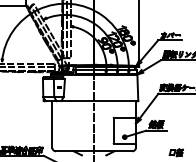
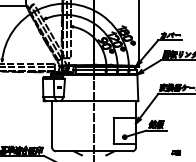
part at (175, 152) size: 16x10 px -> 11x7 px
